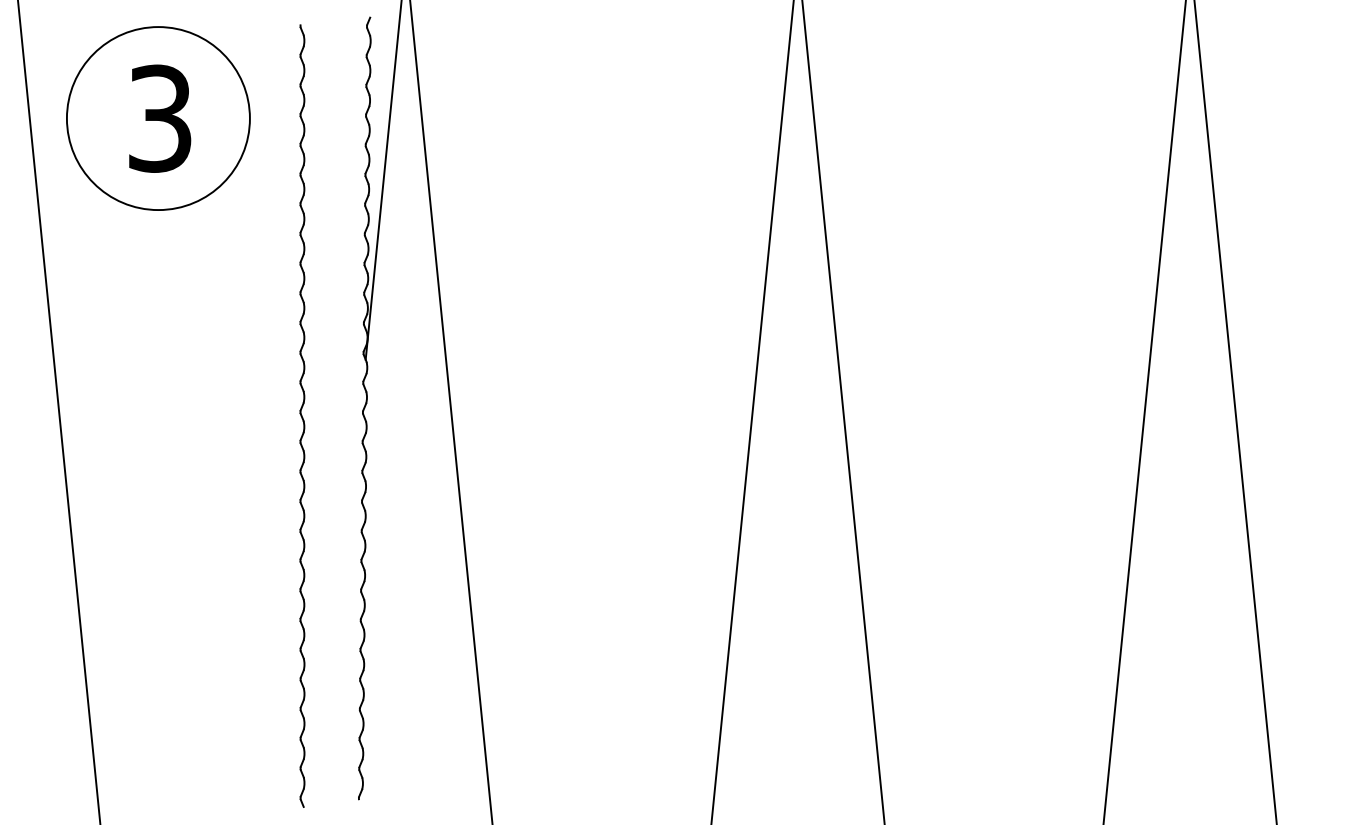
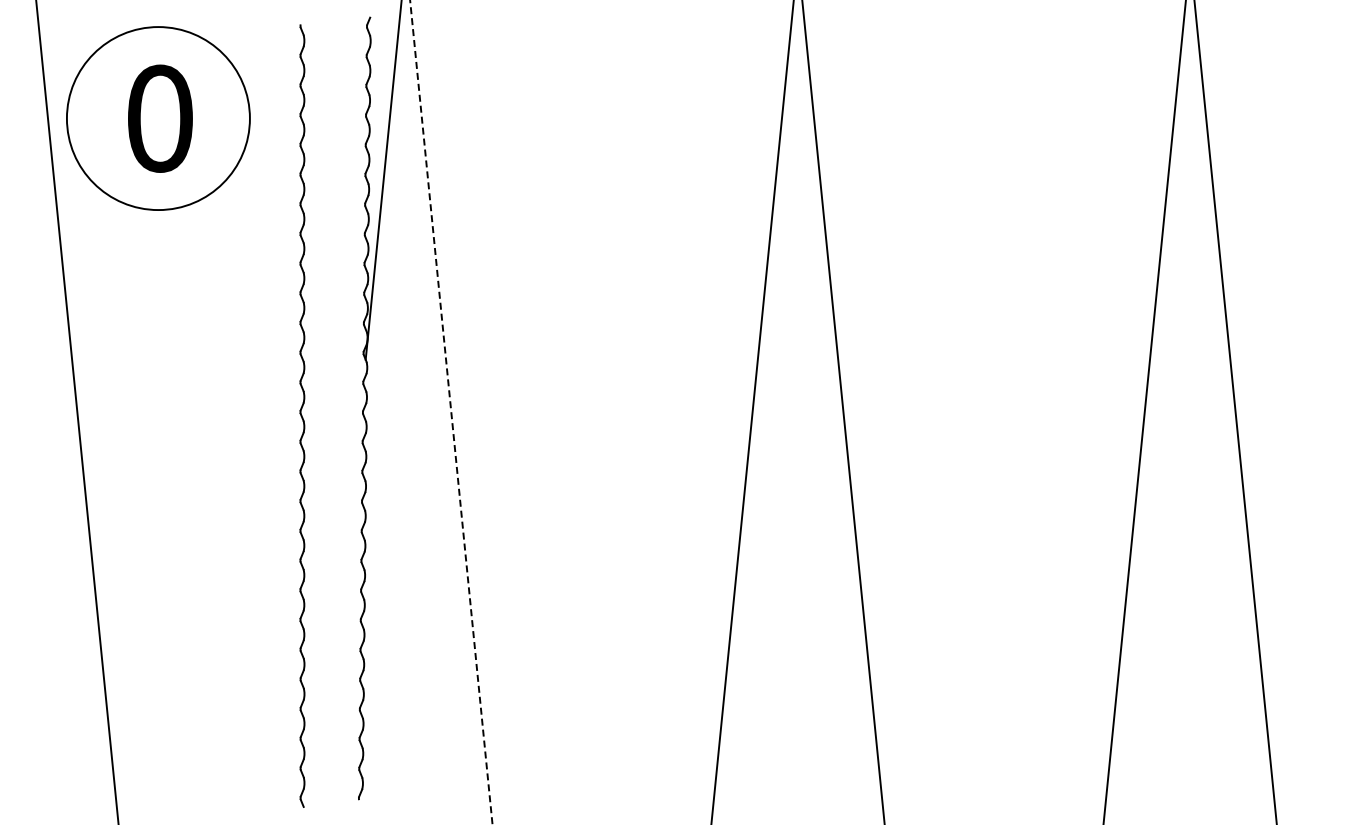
text at (160, 118): 3 -> 0
line at (59, 411) position: (59, 411) -> (77, 411)
line at (451, 412): solid -> dashed
